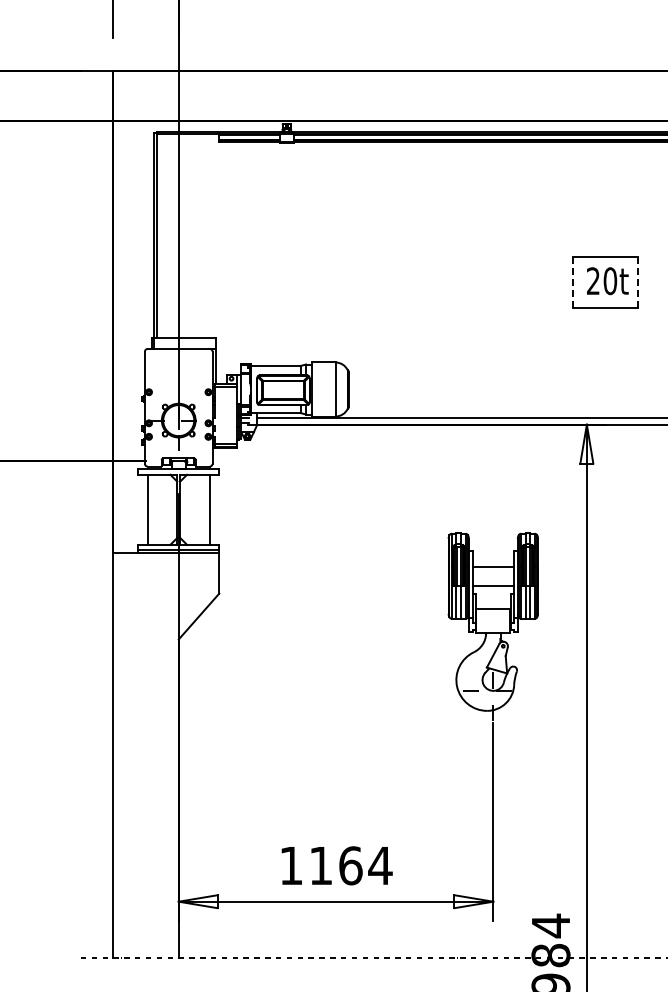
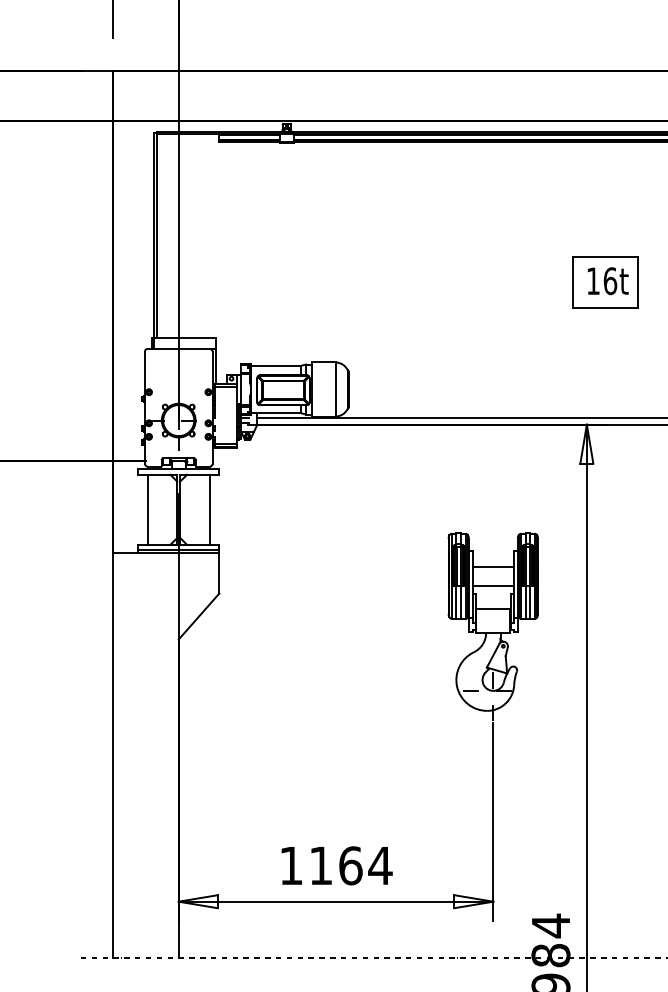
text at (602, 280): 20t -> 16t
line at (572, 282): dashed -> solid
line at (638, 282): dashed -> solid
